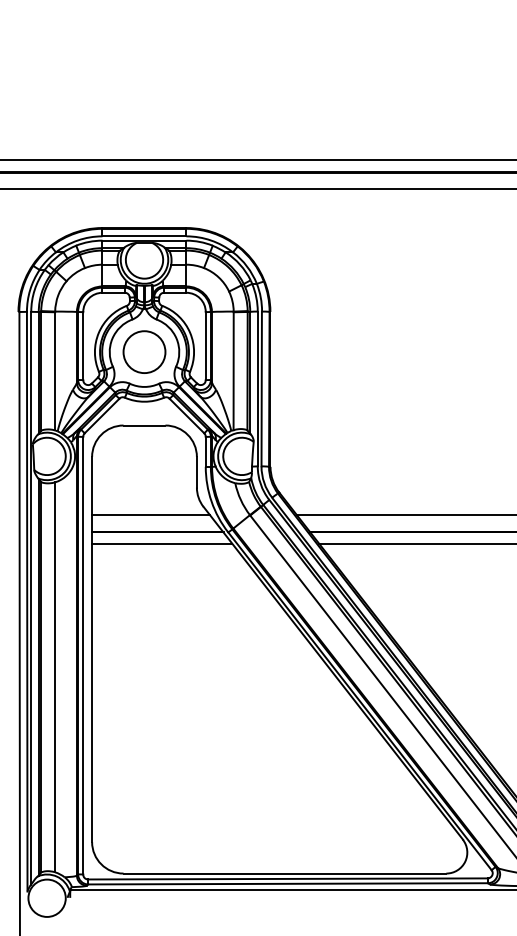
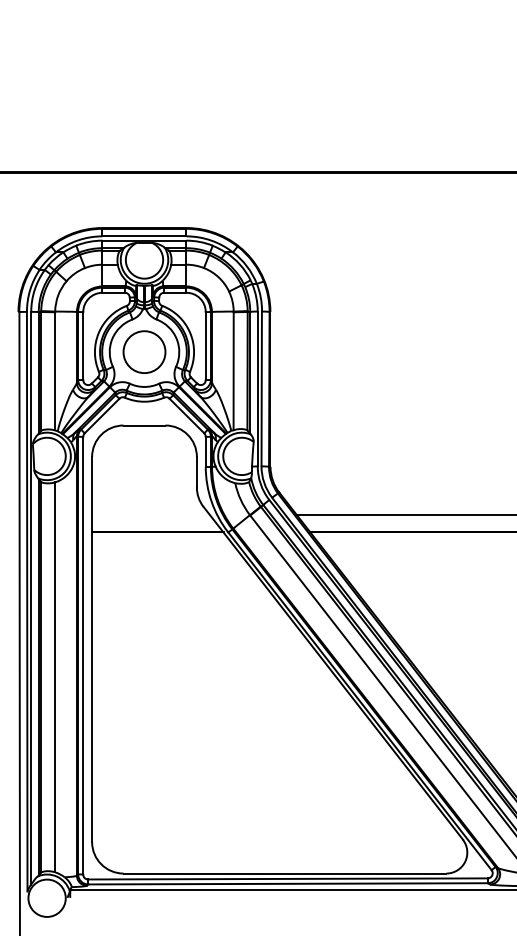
line at (257, 160): present -> none
line at (257, 189): present -> none
line at (150, 515): present -> none
line at (162, 543): present -> none
line at (416, 543): present -> none
